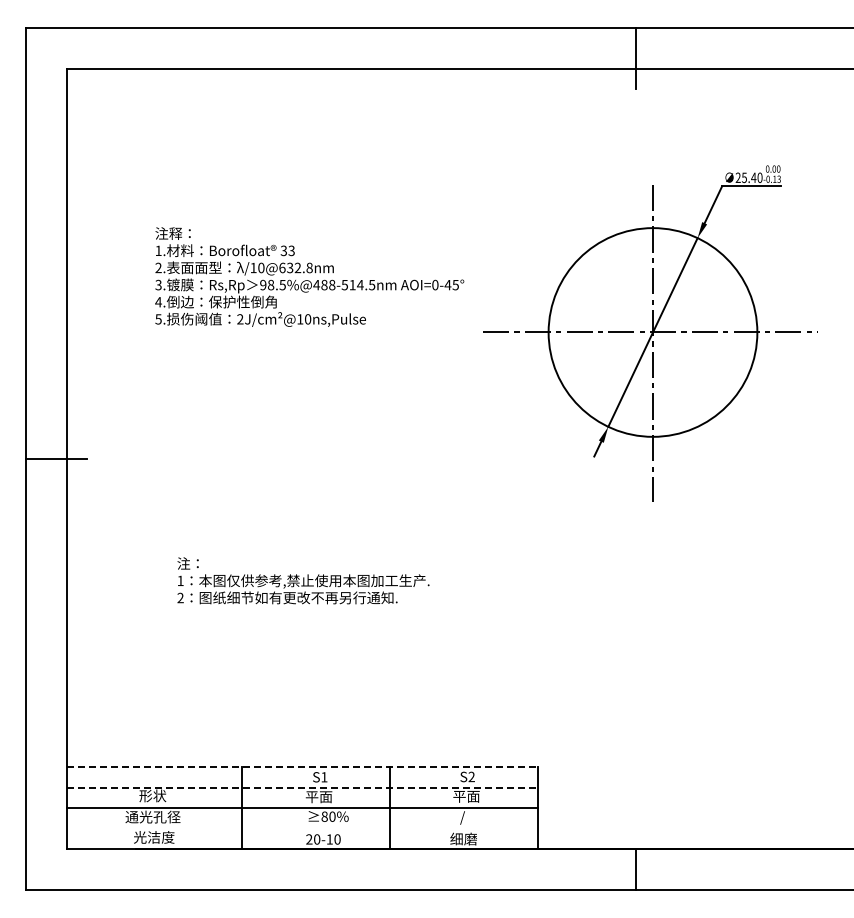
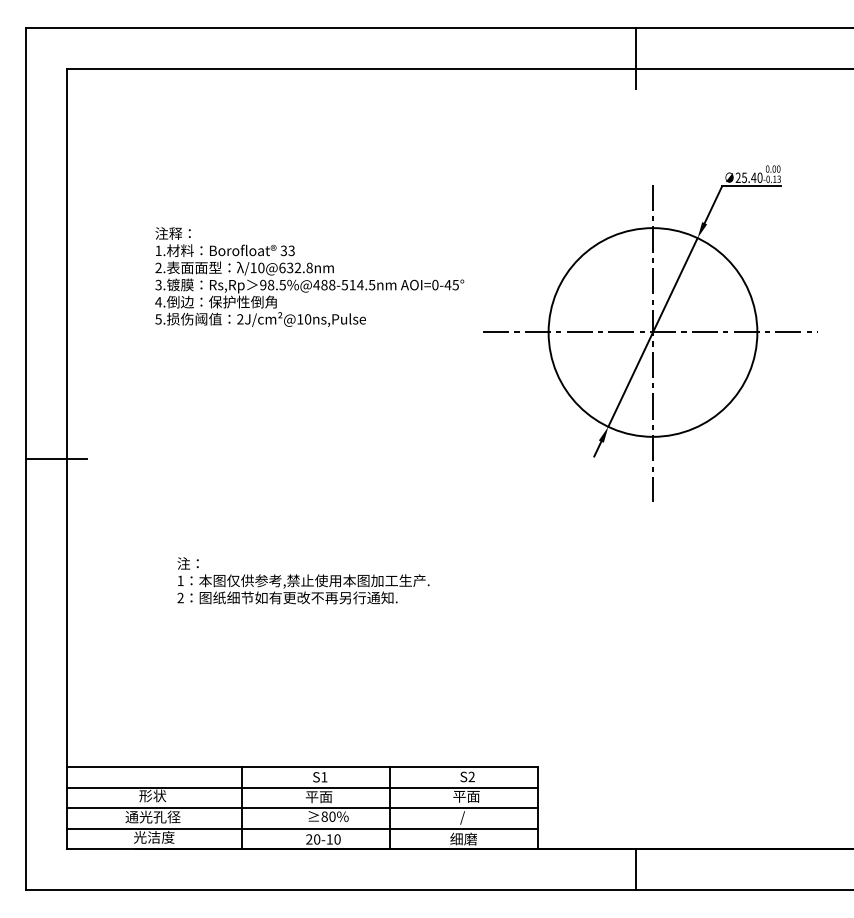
line at (302, 767): dashed -> solid
line at (302, 787): dashed -> solid
line at (301, 828): none -> present
